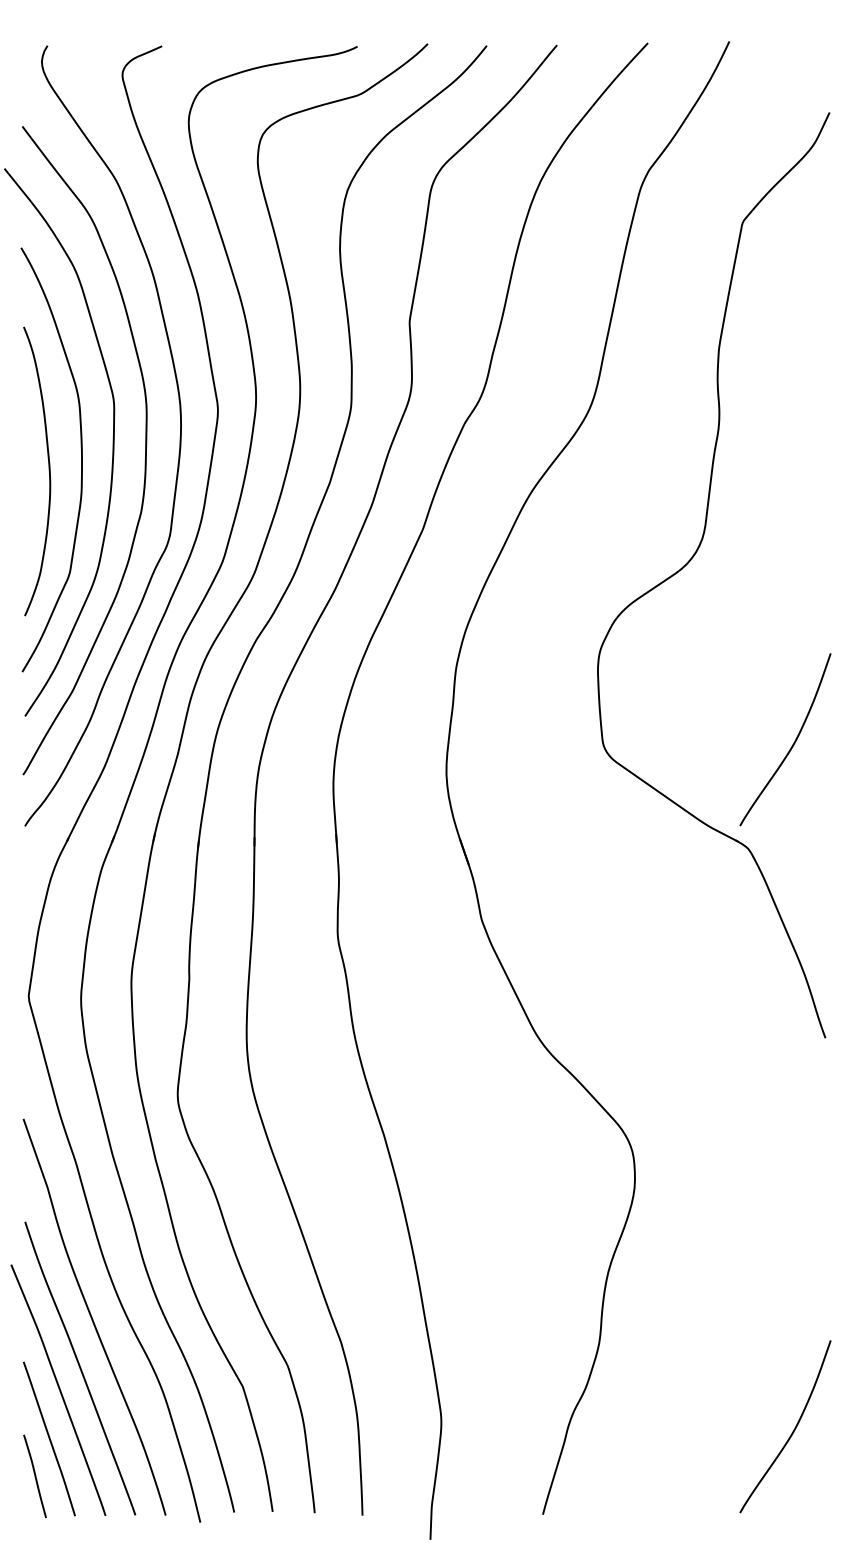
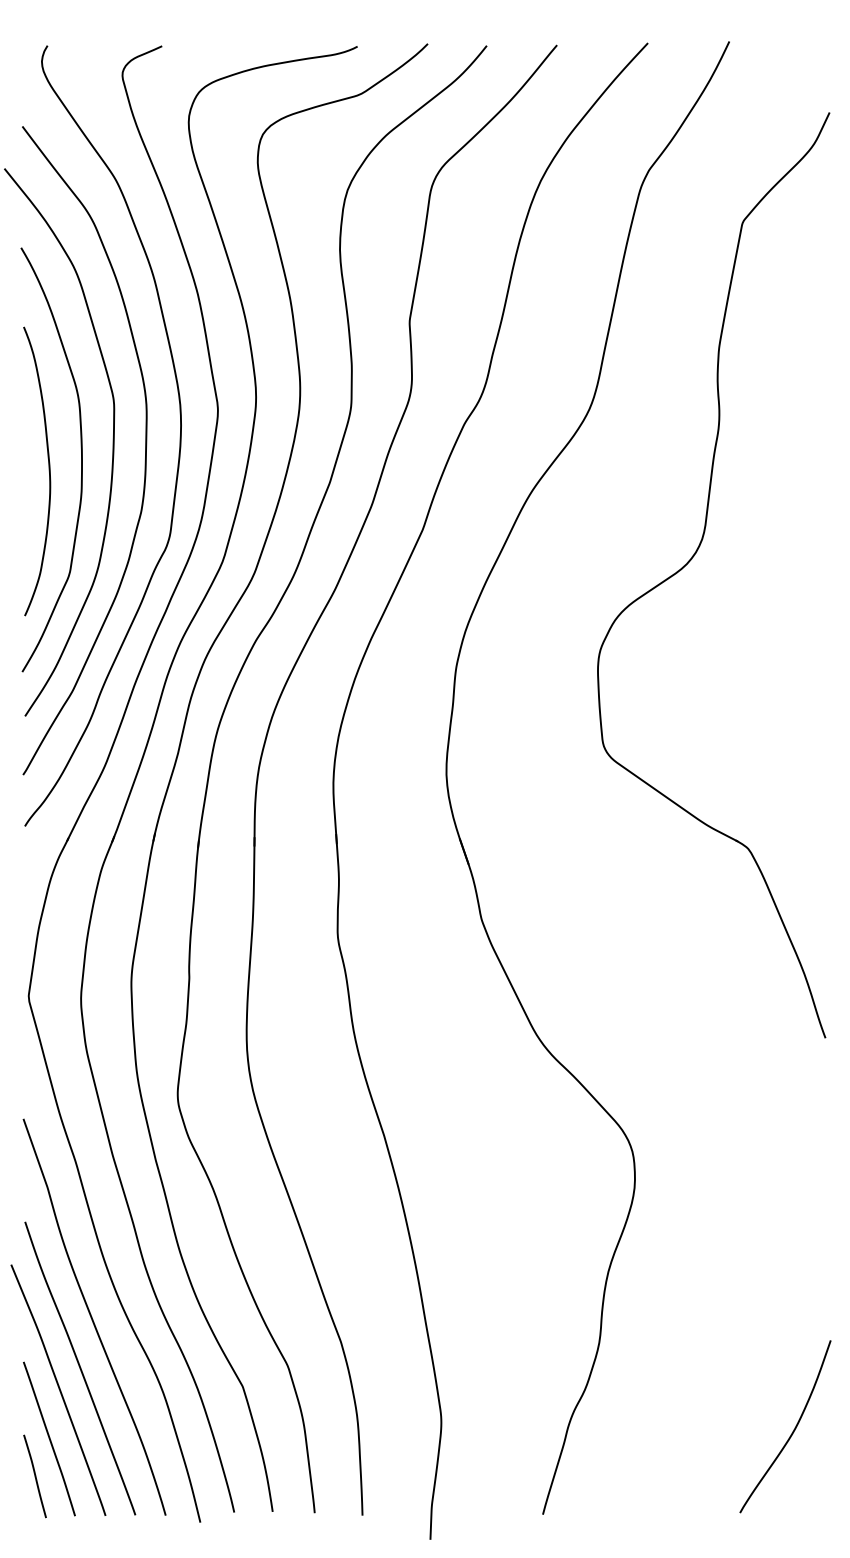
curve at (793, 742): present -> none
